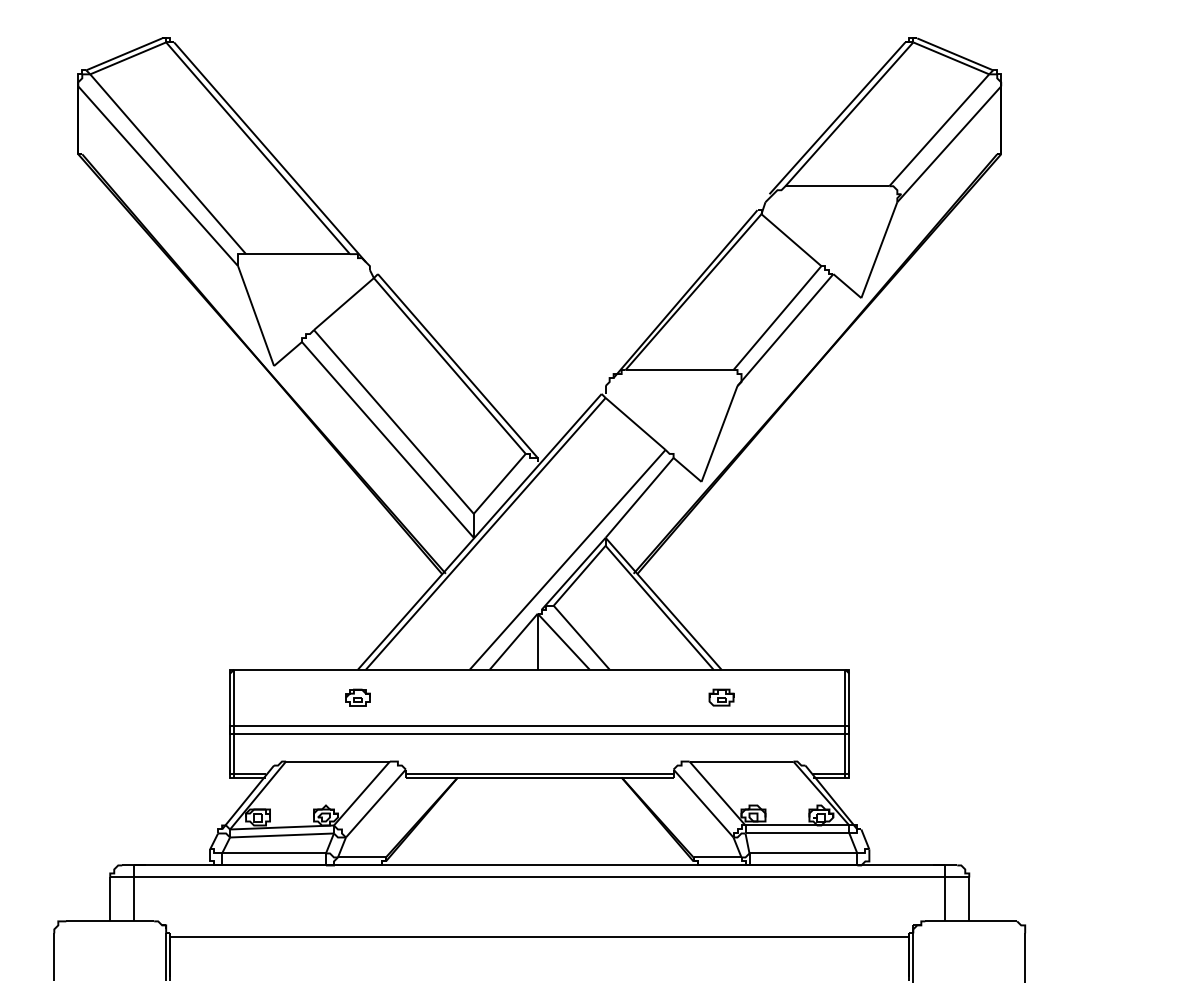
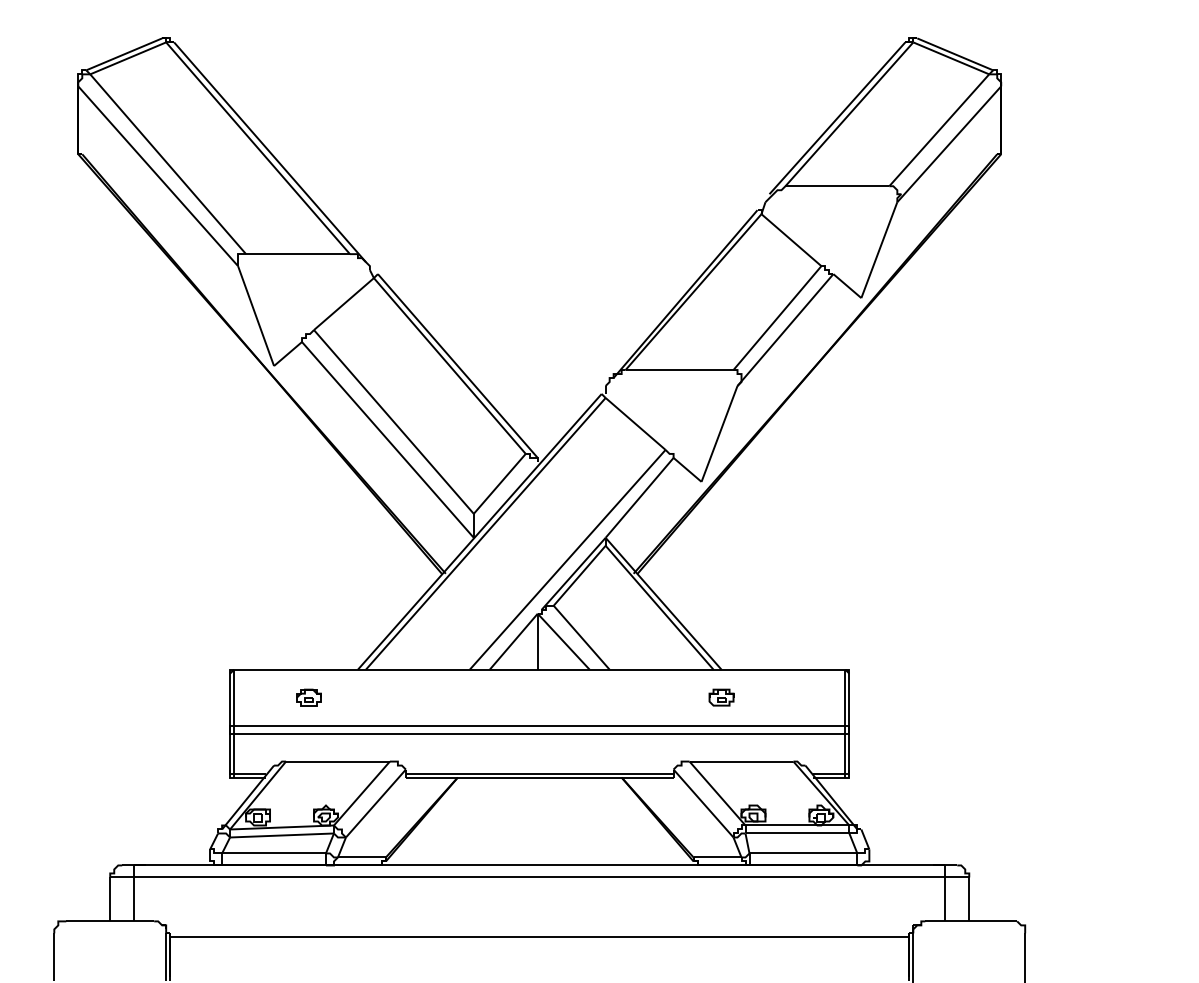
part at (357, 697) position: (357, 697) -> (308, 697)
